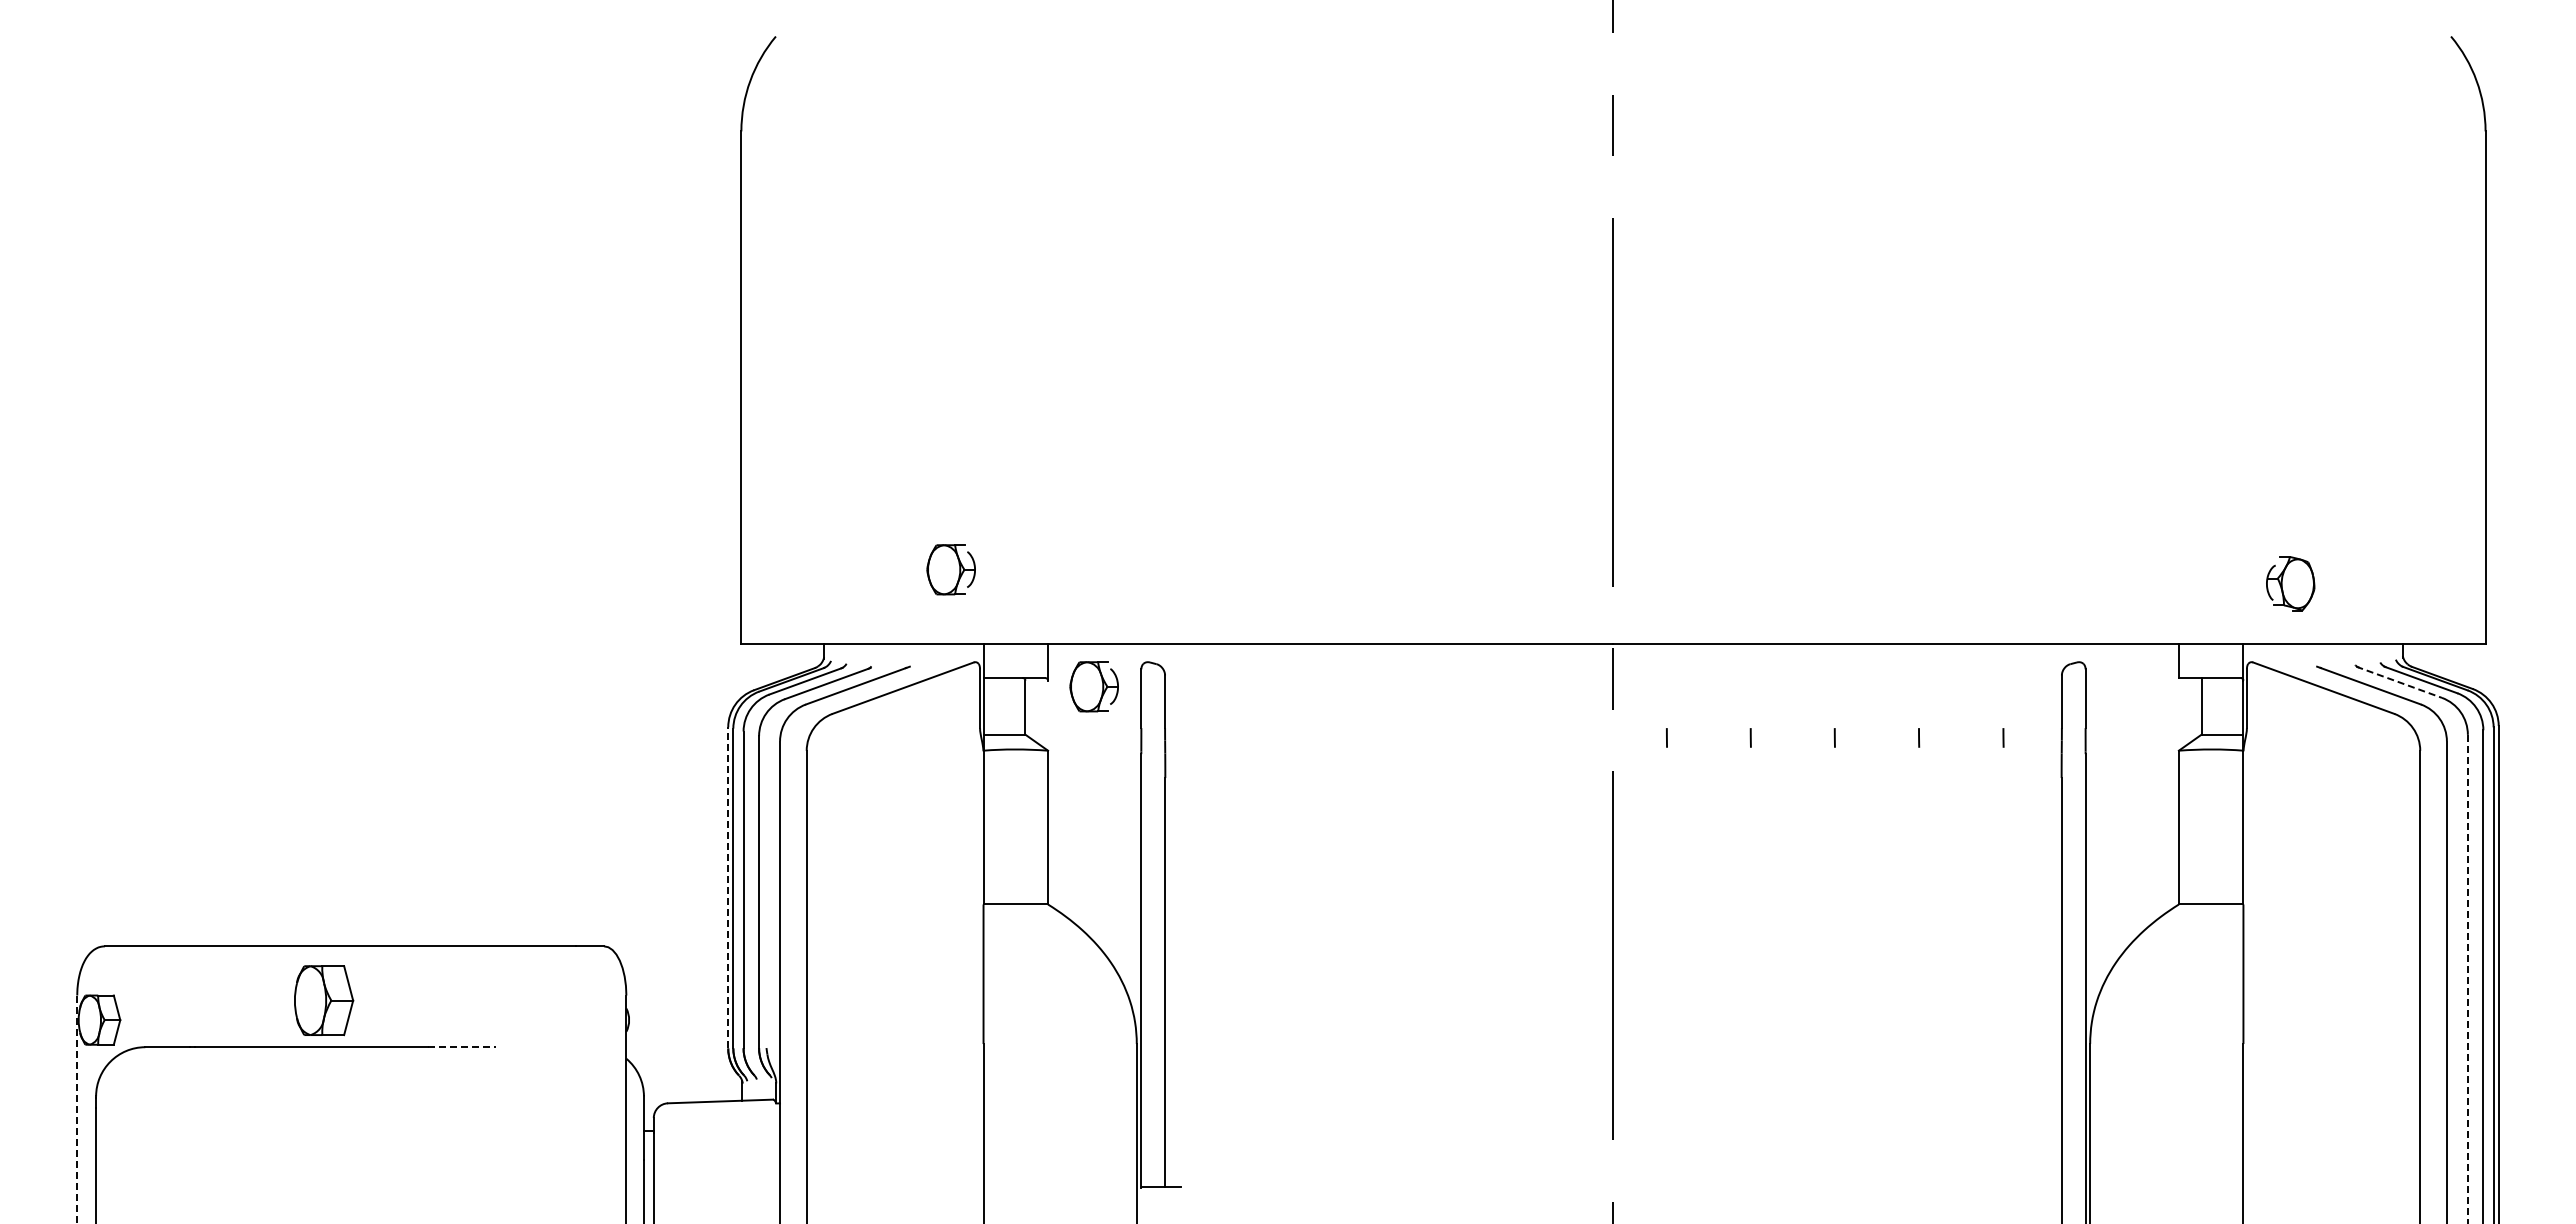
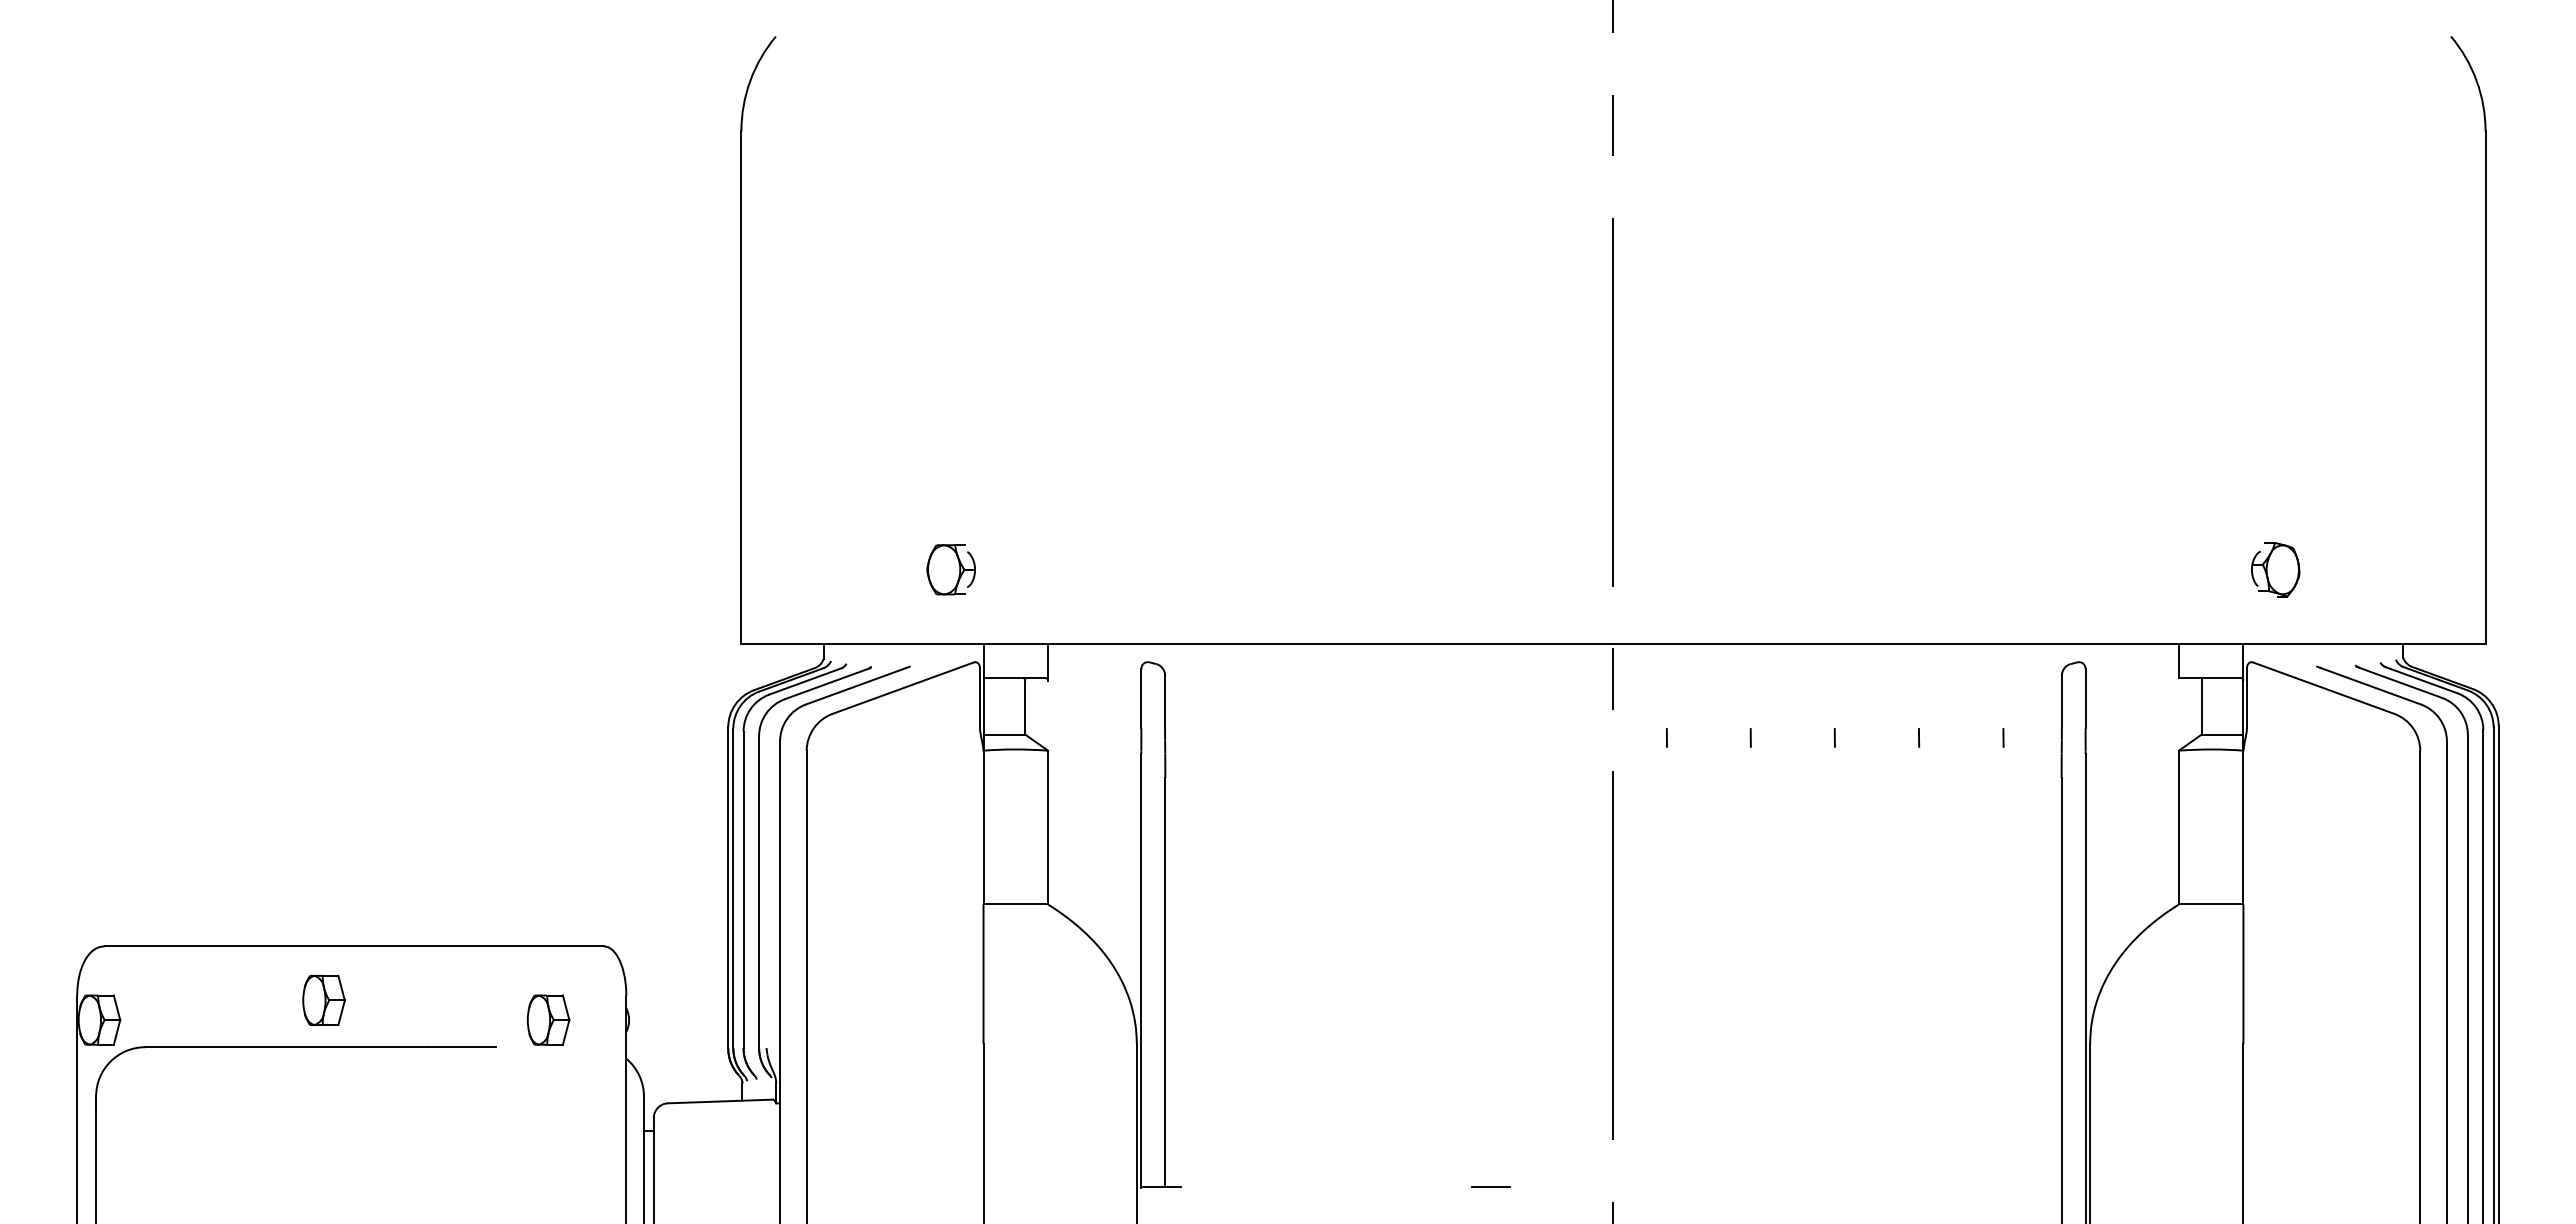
part at (2290, 583) position: (2290, 583) -> (2275, 569)
line at (2399, 682): dashed -> solid
part at (1093, 686): present -> none
line at (728, 887): dashed -> solid
line at (2467, 979): dashed -> solid
part at (324, 1000) size: 61x72 px -> 44x52 px
part at (548, 1019): none -> present
line at (462, 1047): dashed -> solid
line at (77, 1109): dashed -> solid
line at (1490, 1186): none -> present
